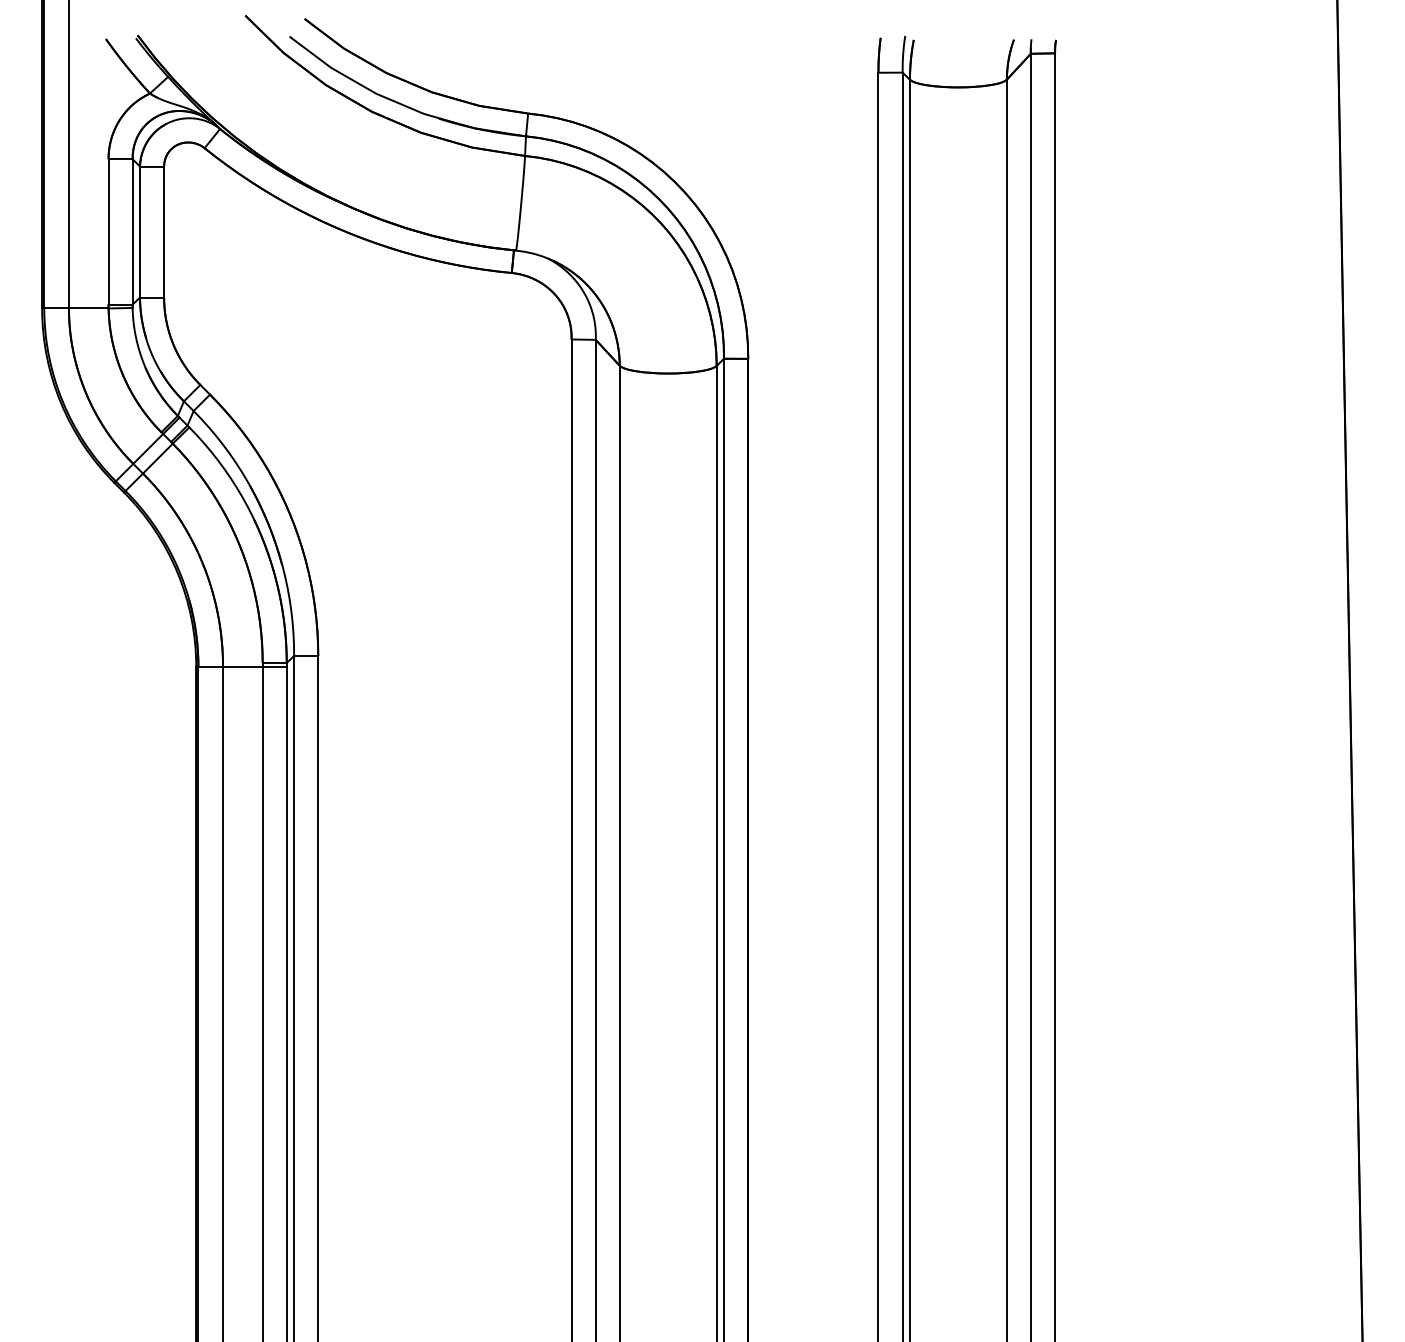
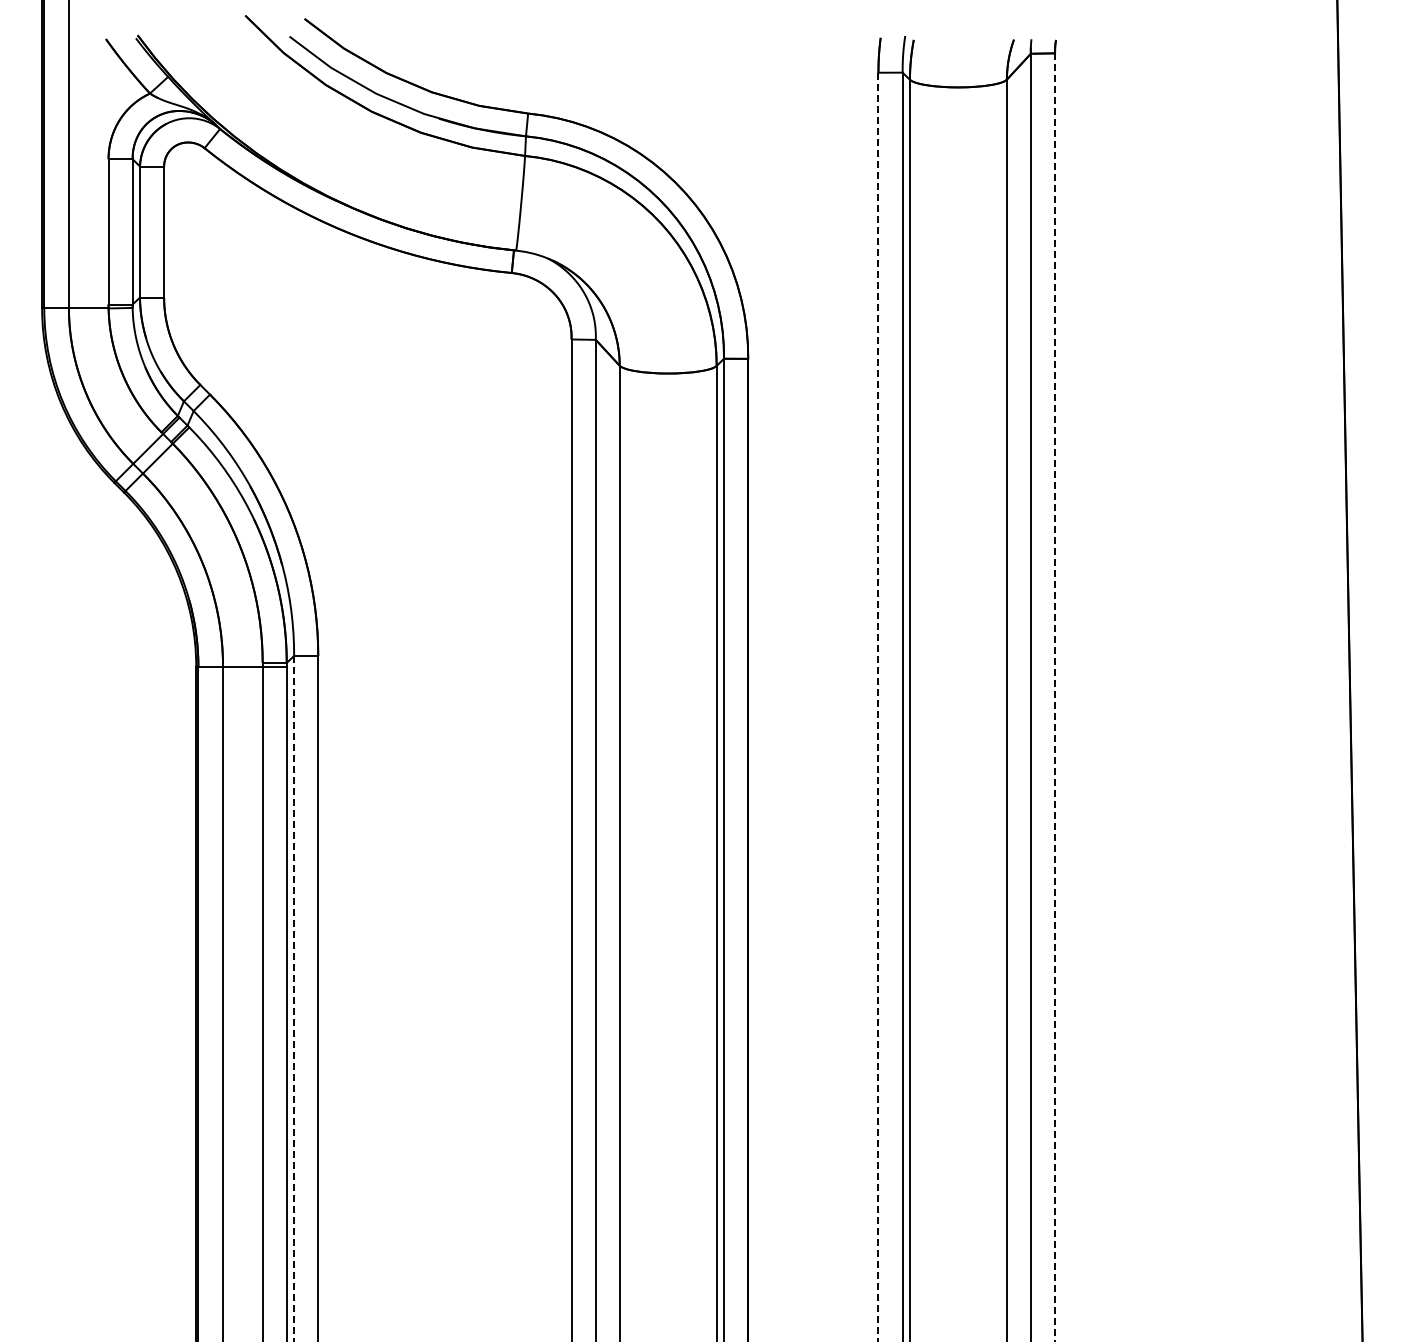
line at (1055, 698): solid -> dashed
line at (878, 707): solid -> dashed
line at (294, 998): solid -> dashed
